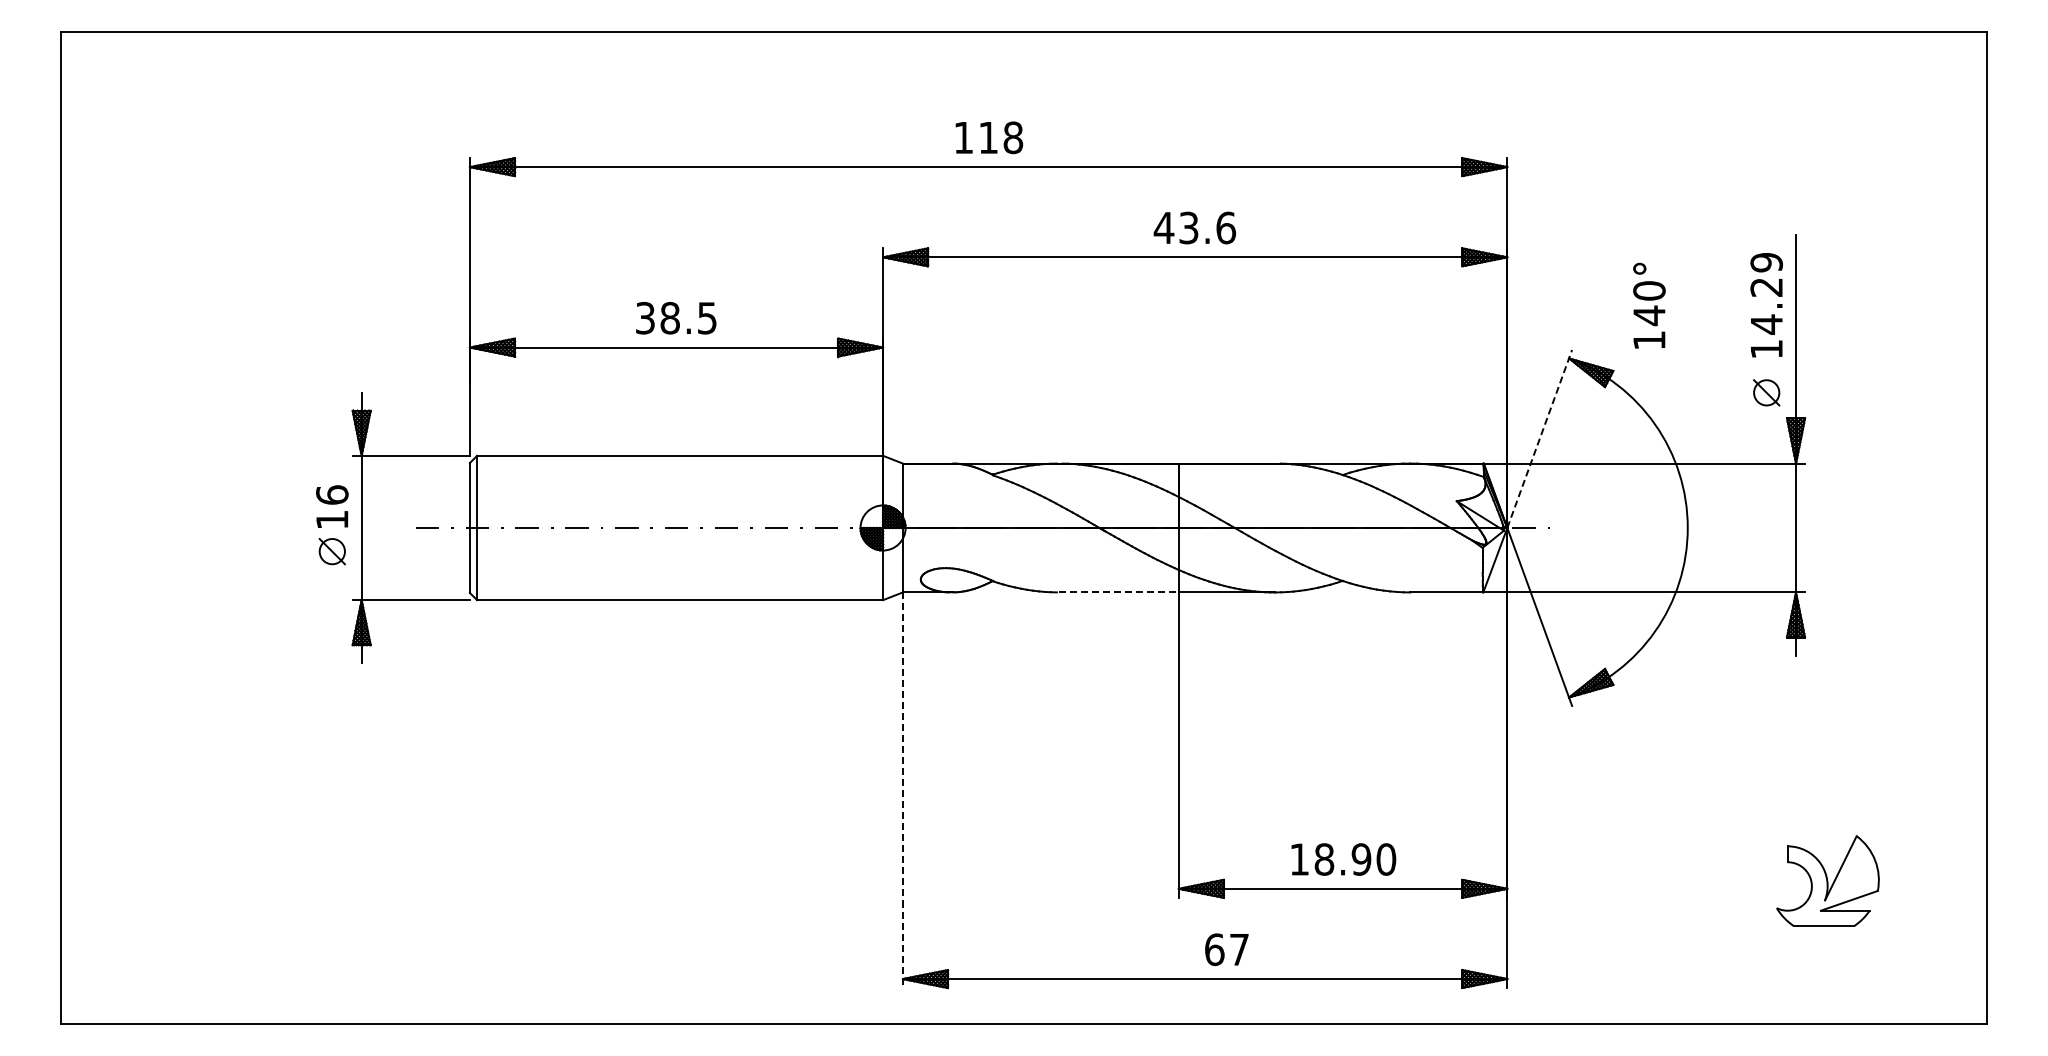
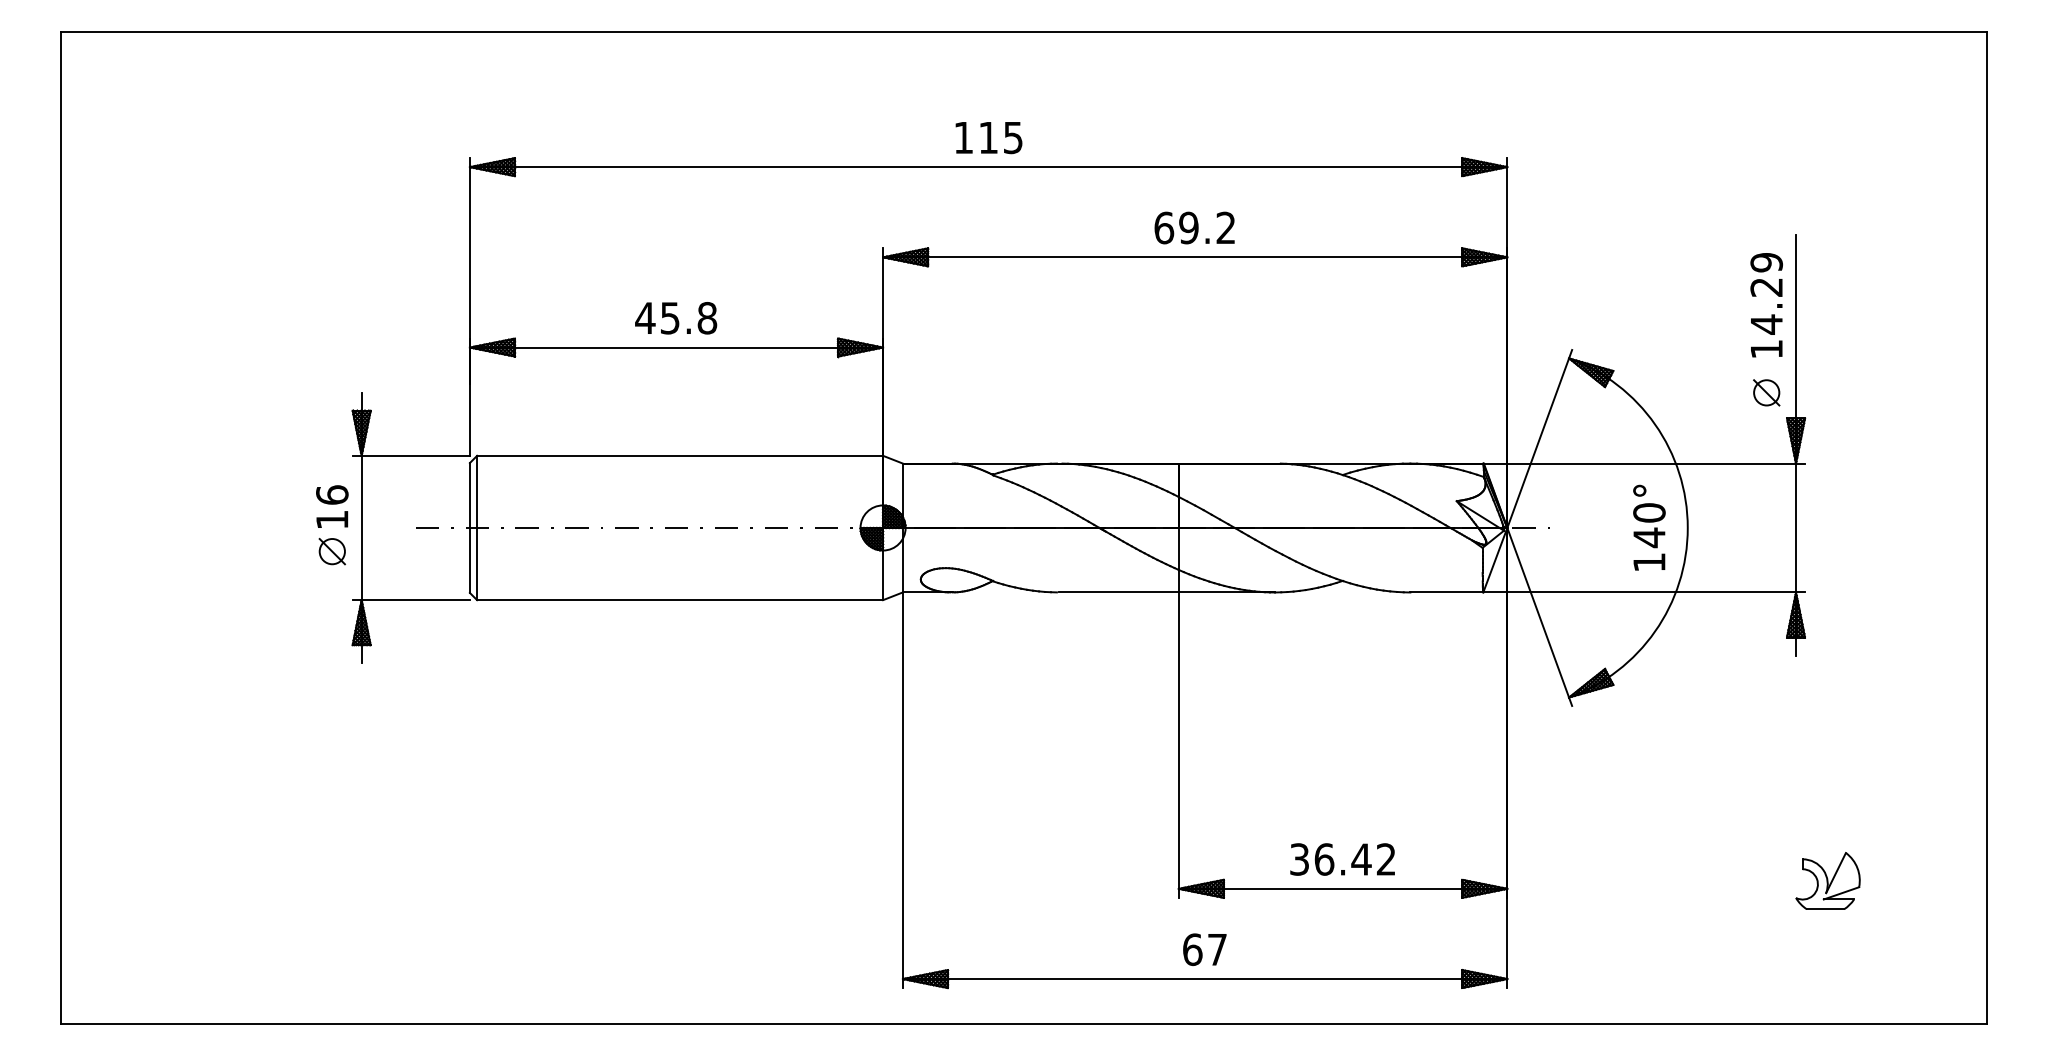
text at (1013, 137): 118 -> 115
text at (1194, 227): 43.6 -> 69.2
text at (1649, 305) position: (1649, 305) -> (1649, 527)
text at (676, 318): 38.5 -> 45.8
line at (1539, 439): dashed -> solid
line at (1119, 592): dashed -> solid
line at (902, 790): dashed -> solid
text at (1343, 859): 18.90 -> 36.42
part at (1827, 880) size: 104x92 px -> 66x58 px
text at (1226, 949) position: (1226, 949) -> (1204, 949)
